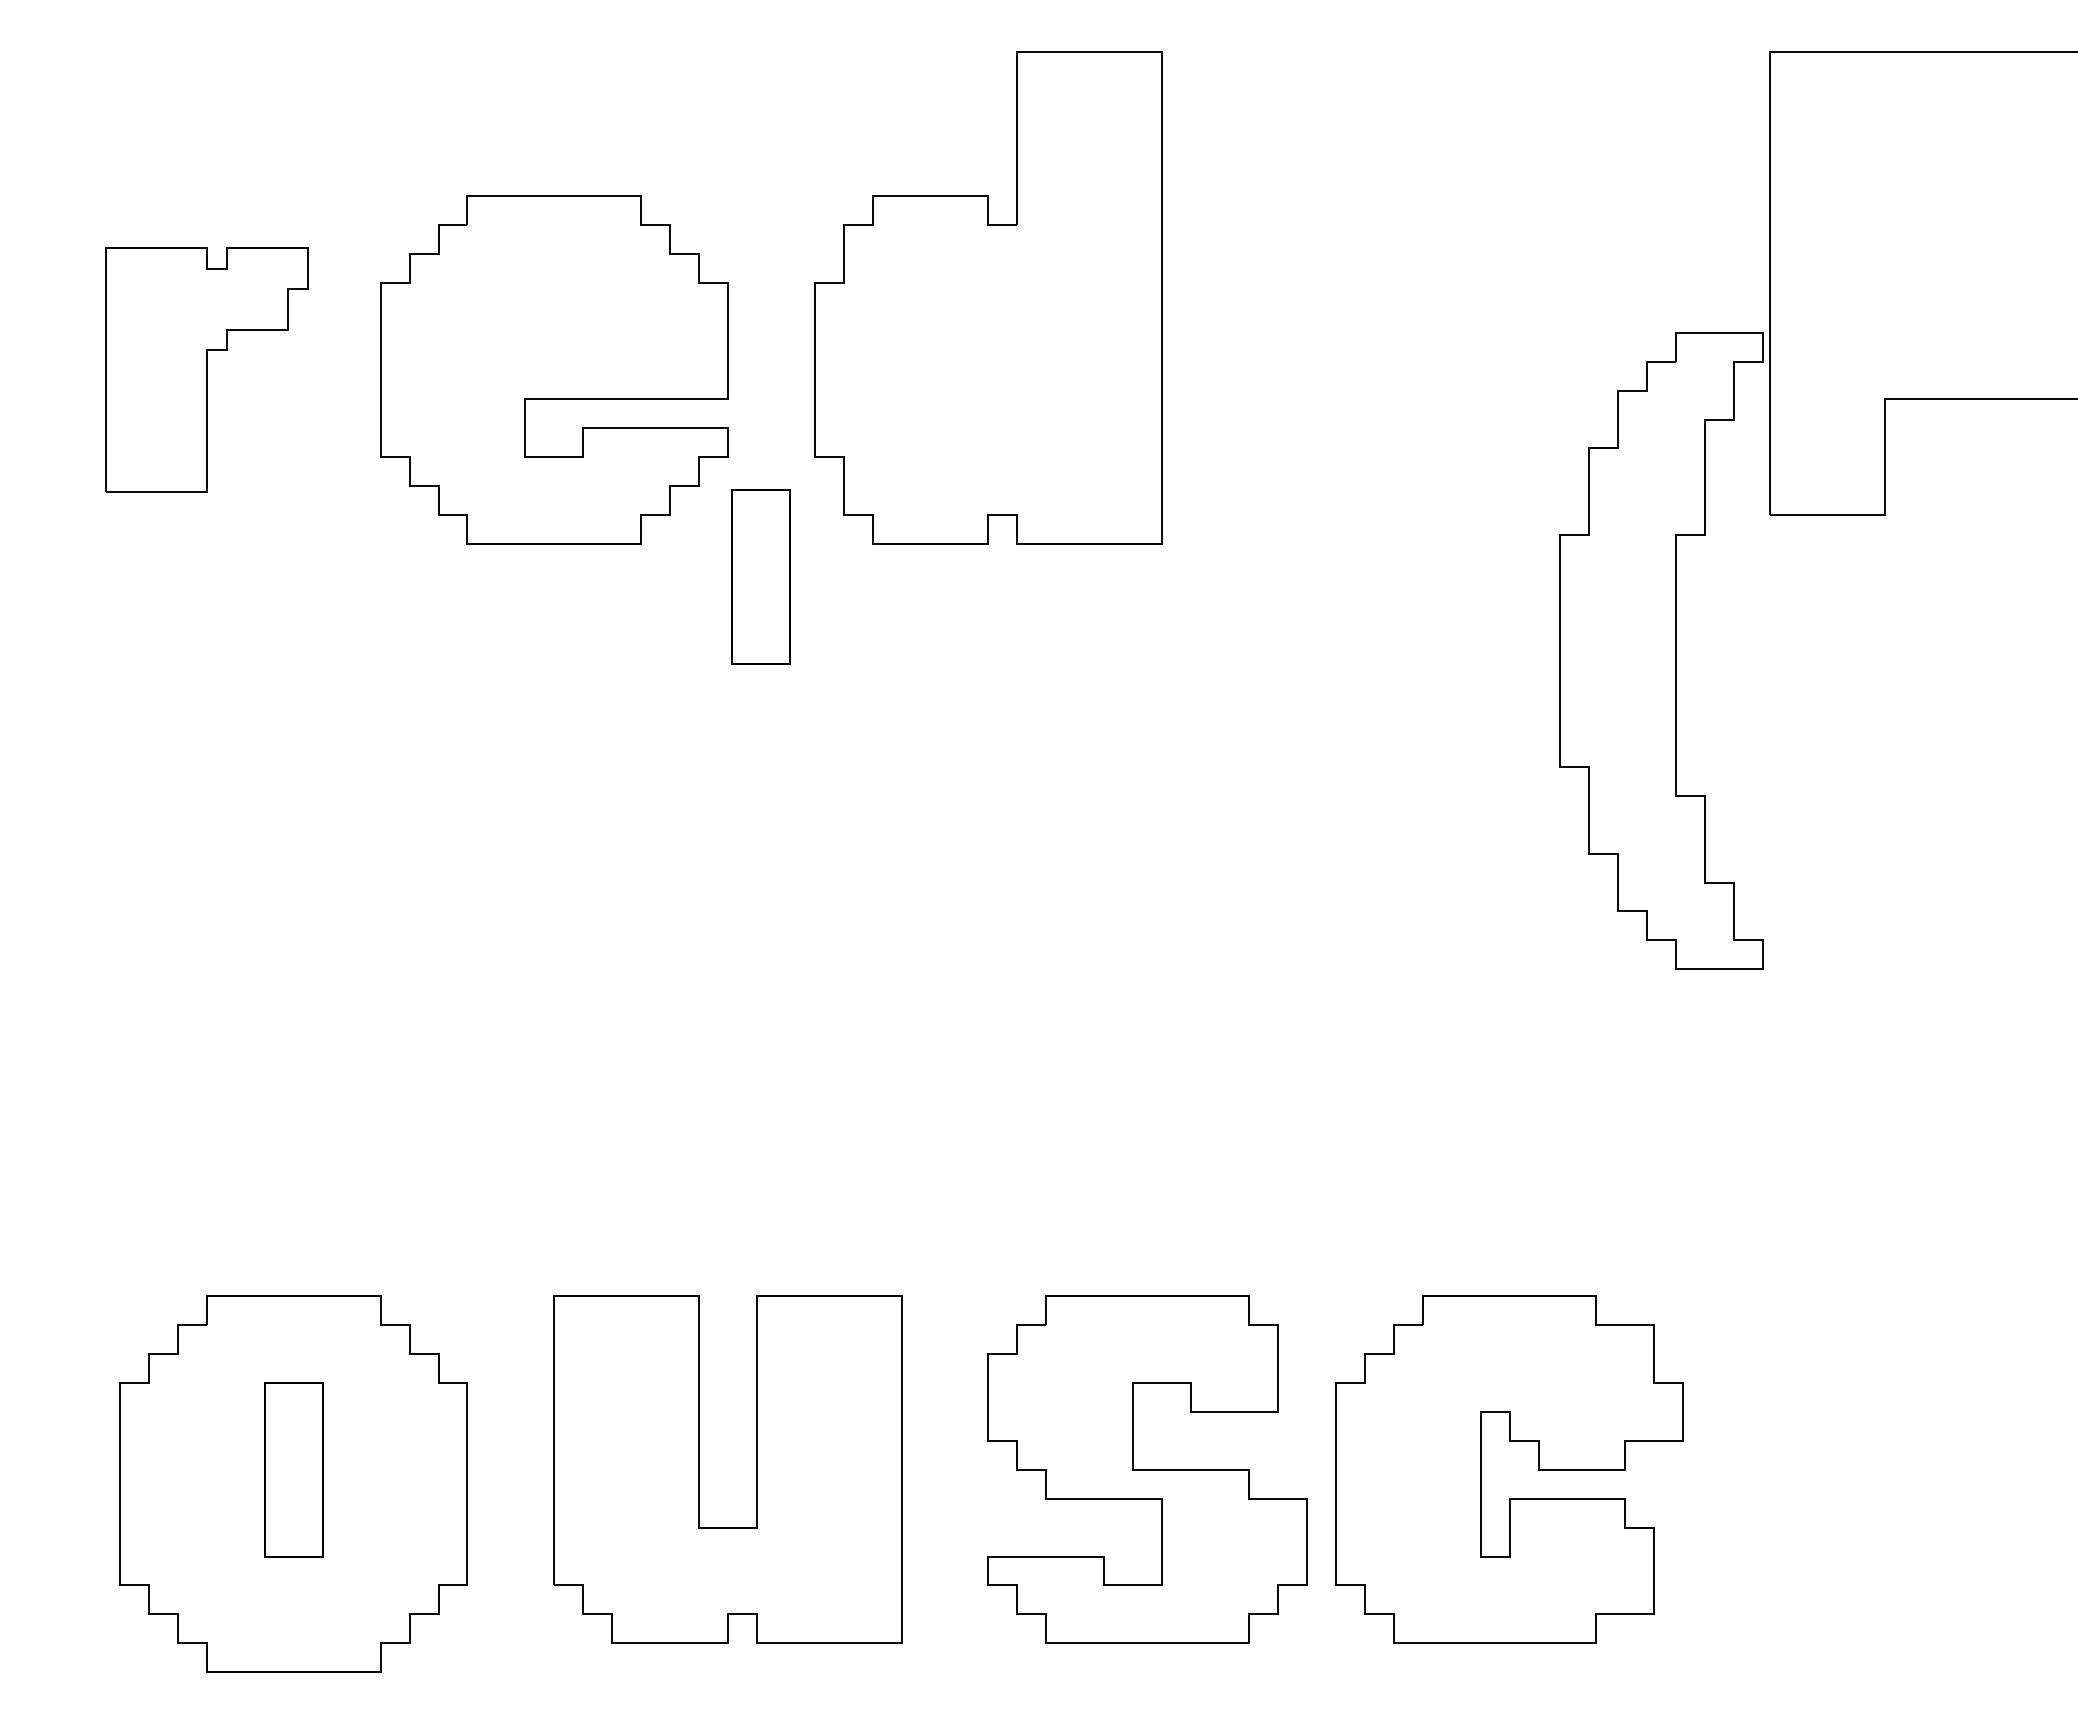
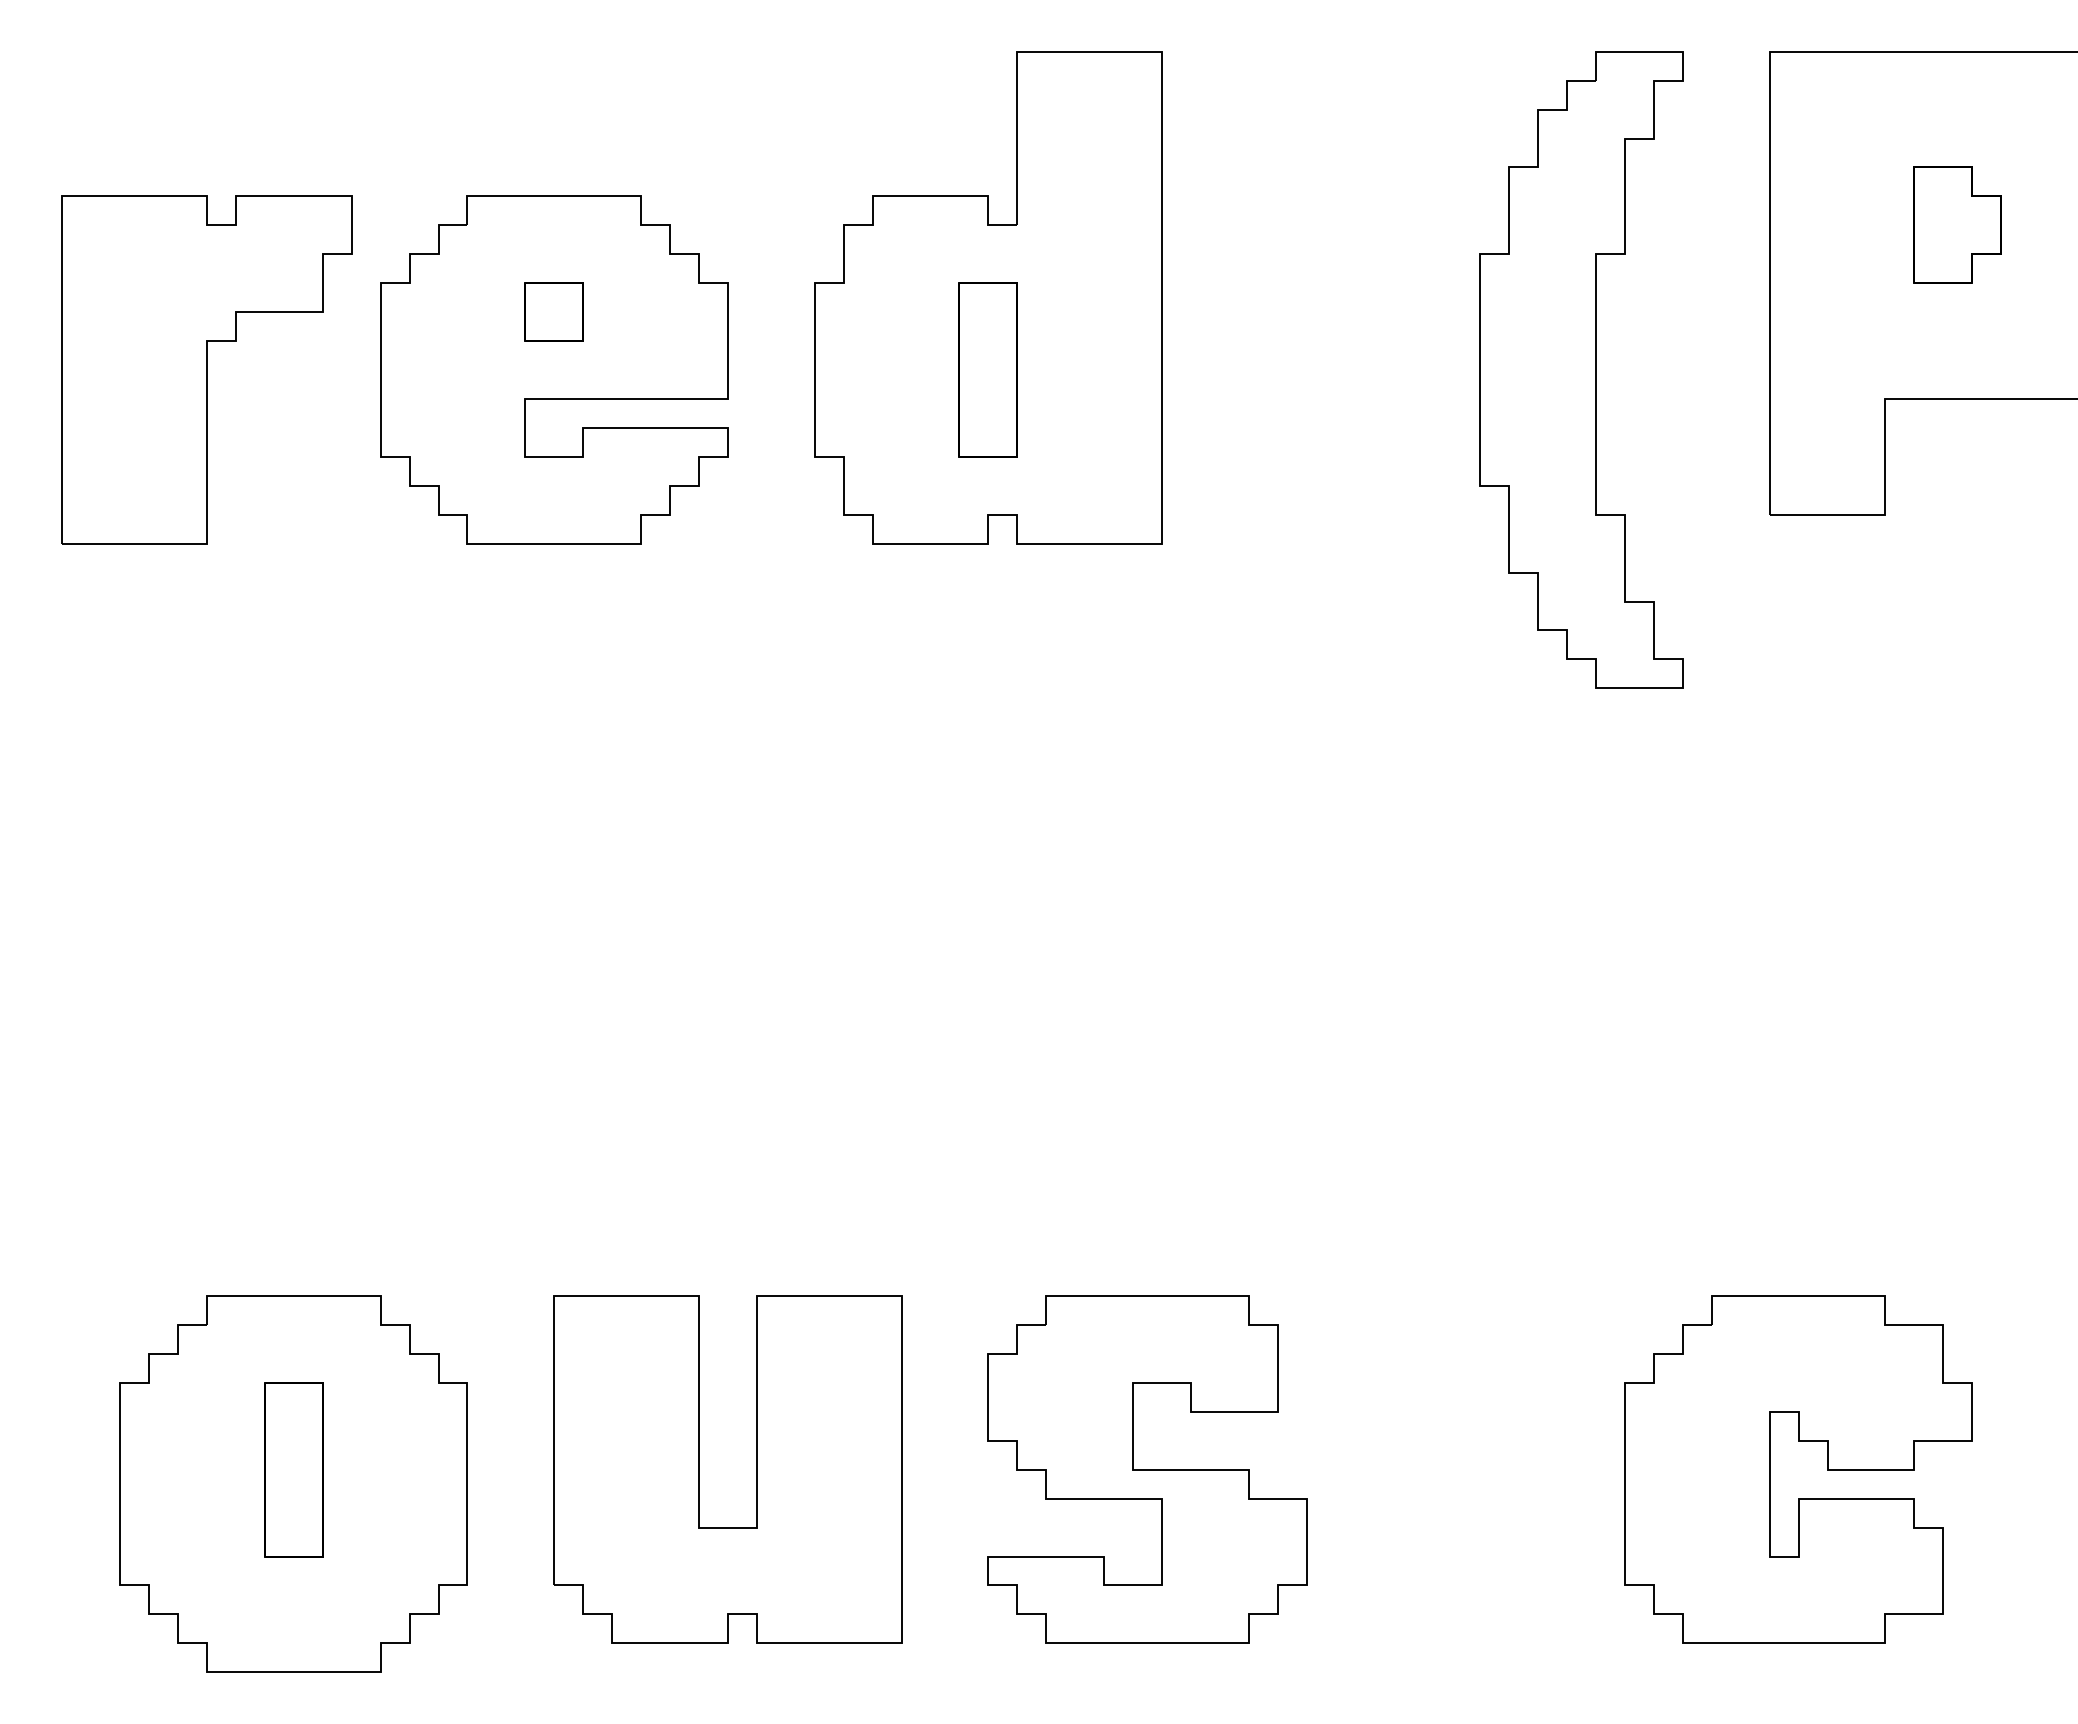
part at (1957, 224): none -> present
part at (553, 311): none -> present
part at (206, 369) size: 204x246 px -> 292x350 px
part at (760, 576) position: (760, 576) -> (987, 369)
part at (1661, 650) position: (1661, 650) -> (1581, 369)
part at (1509, 1441) position: (1509, 1441) -> (1798, 1441)
